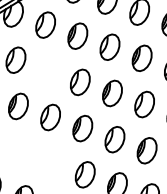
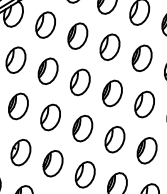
part at (47, 70): none -> present
part at (20, 152): none -> present
part at (52, 163): none -> present
